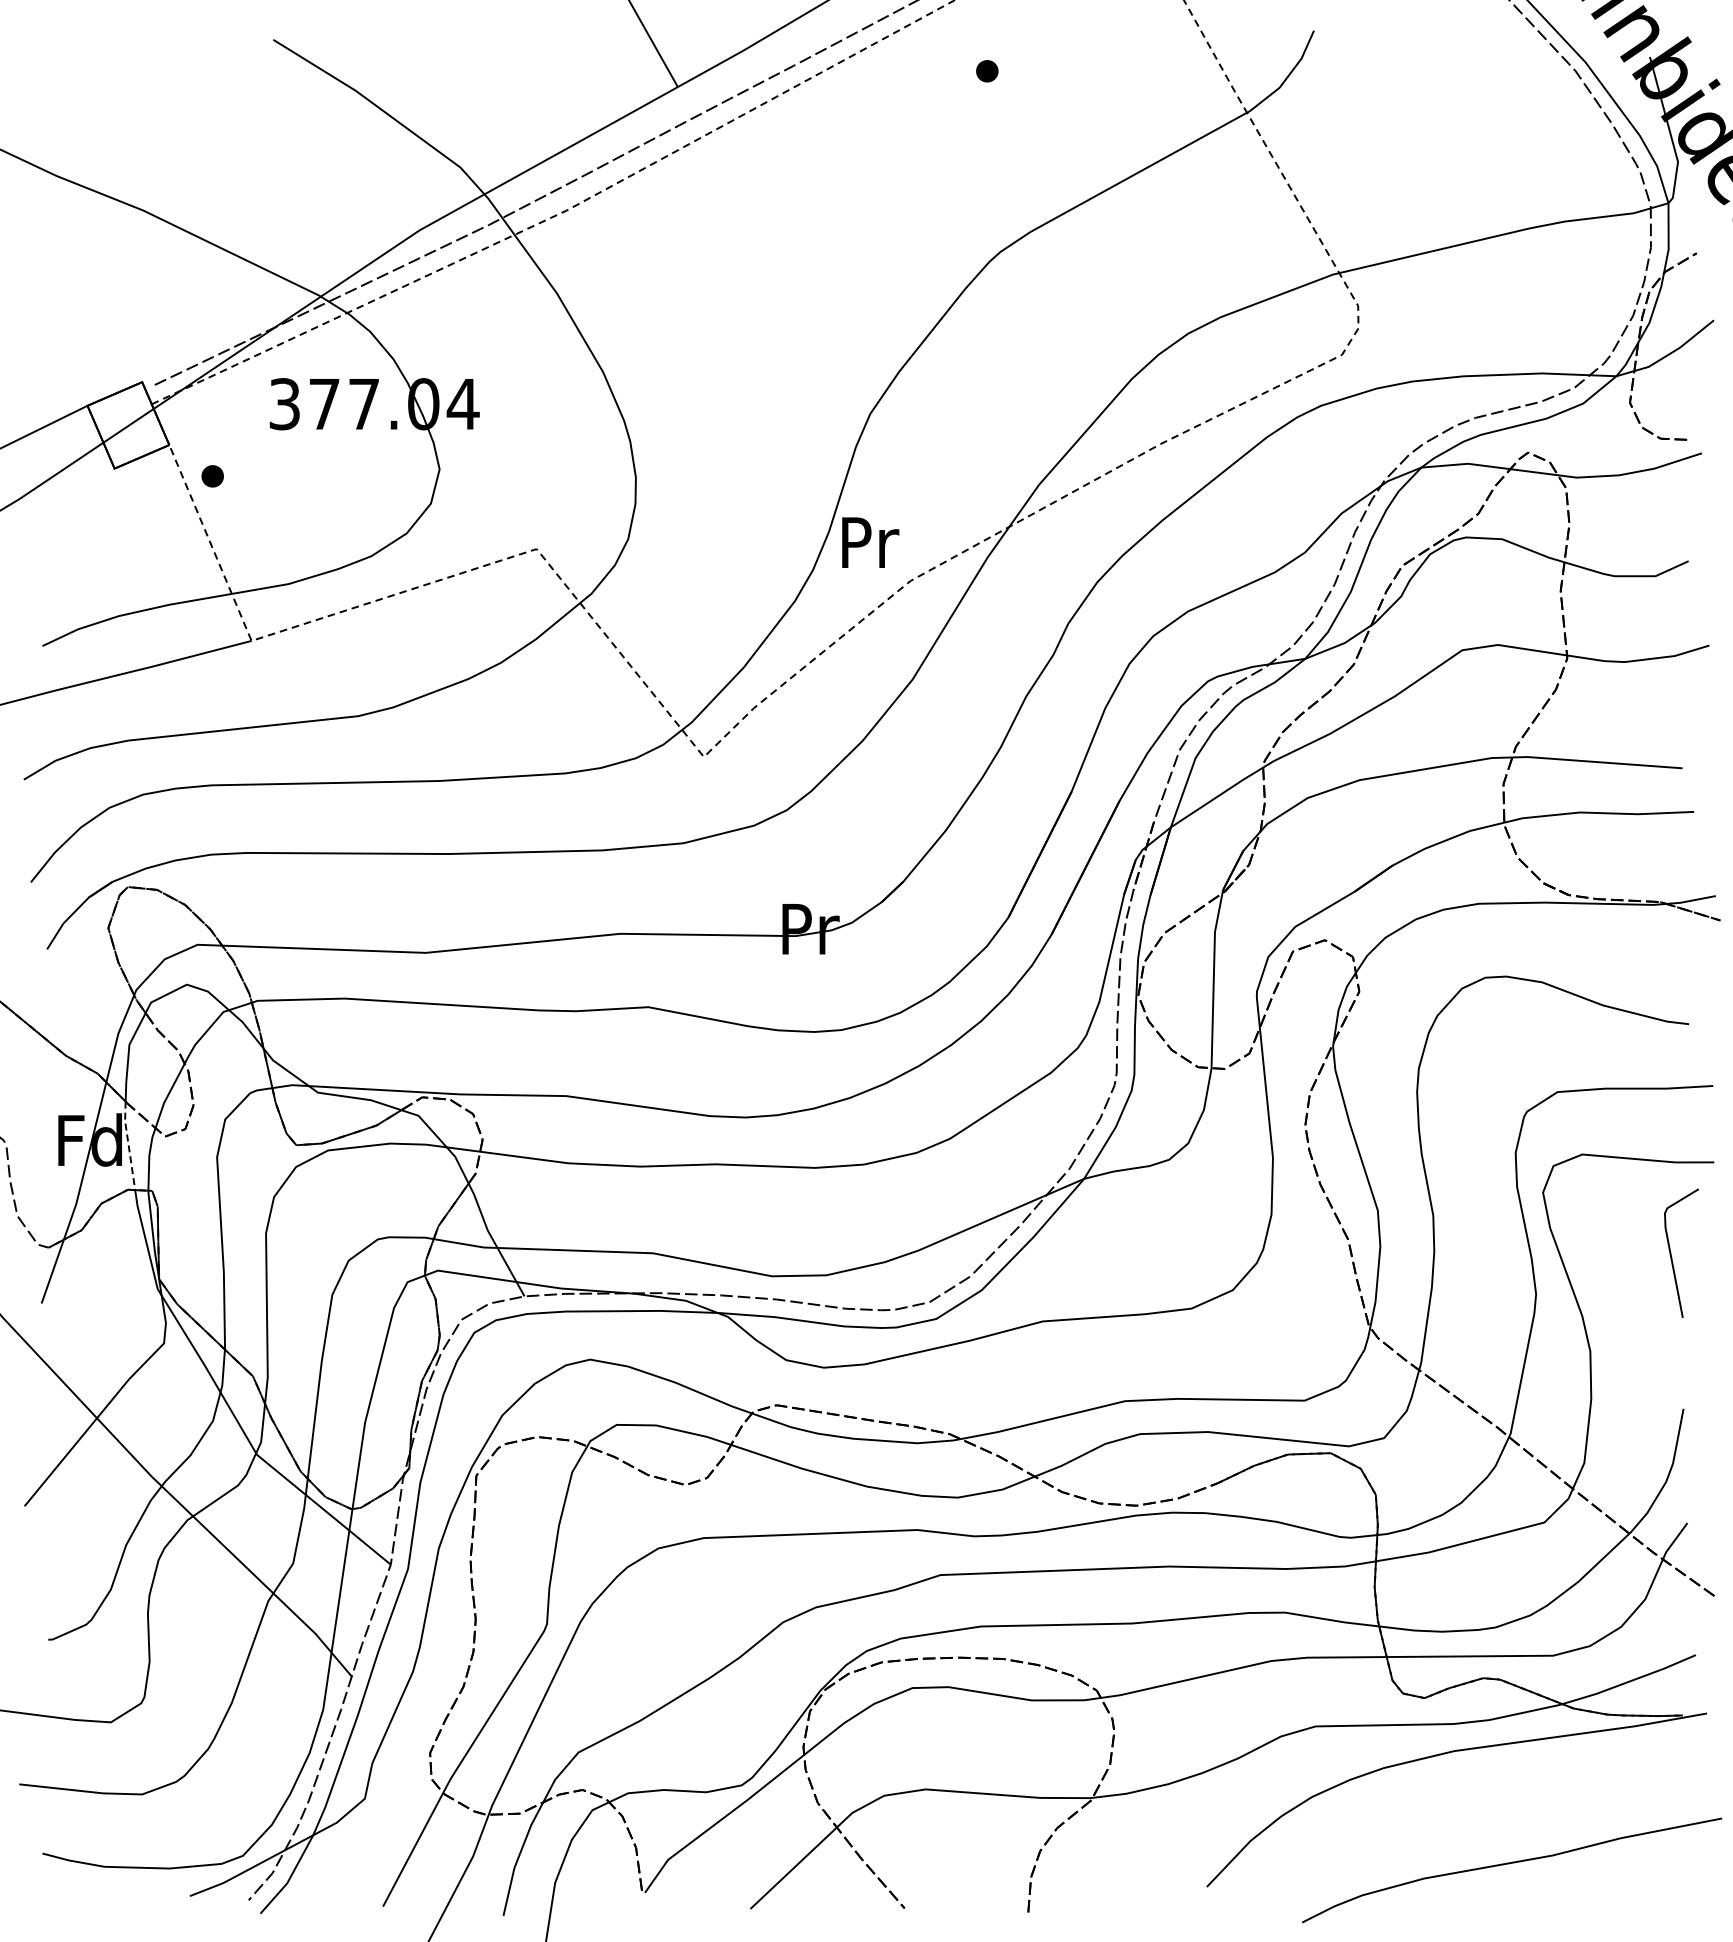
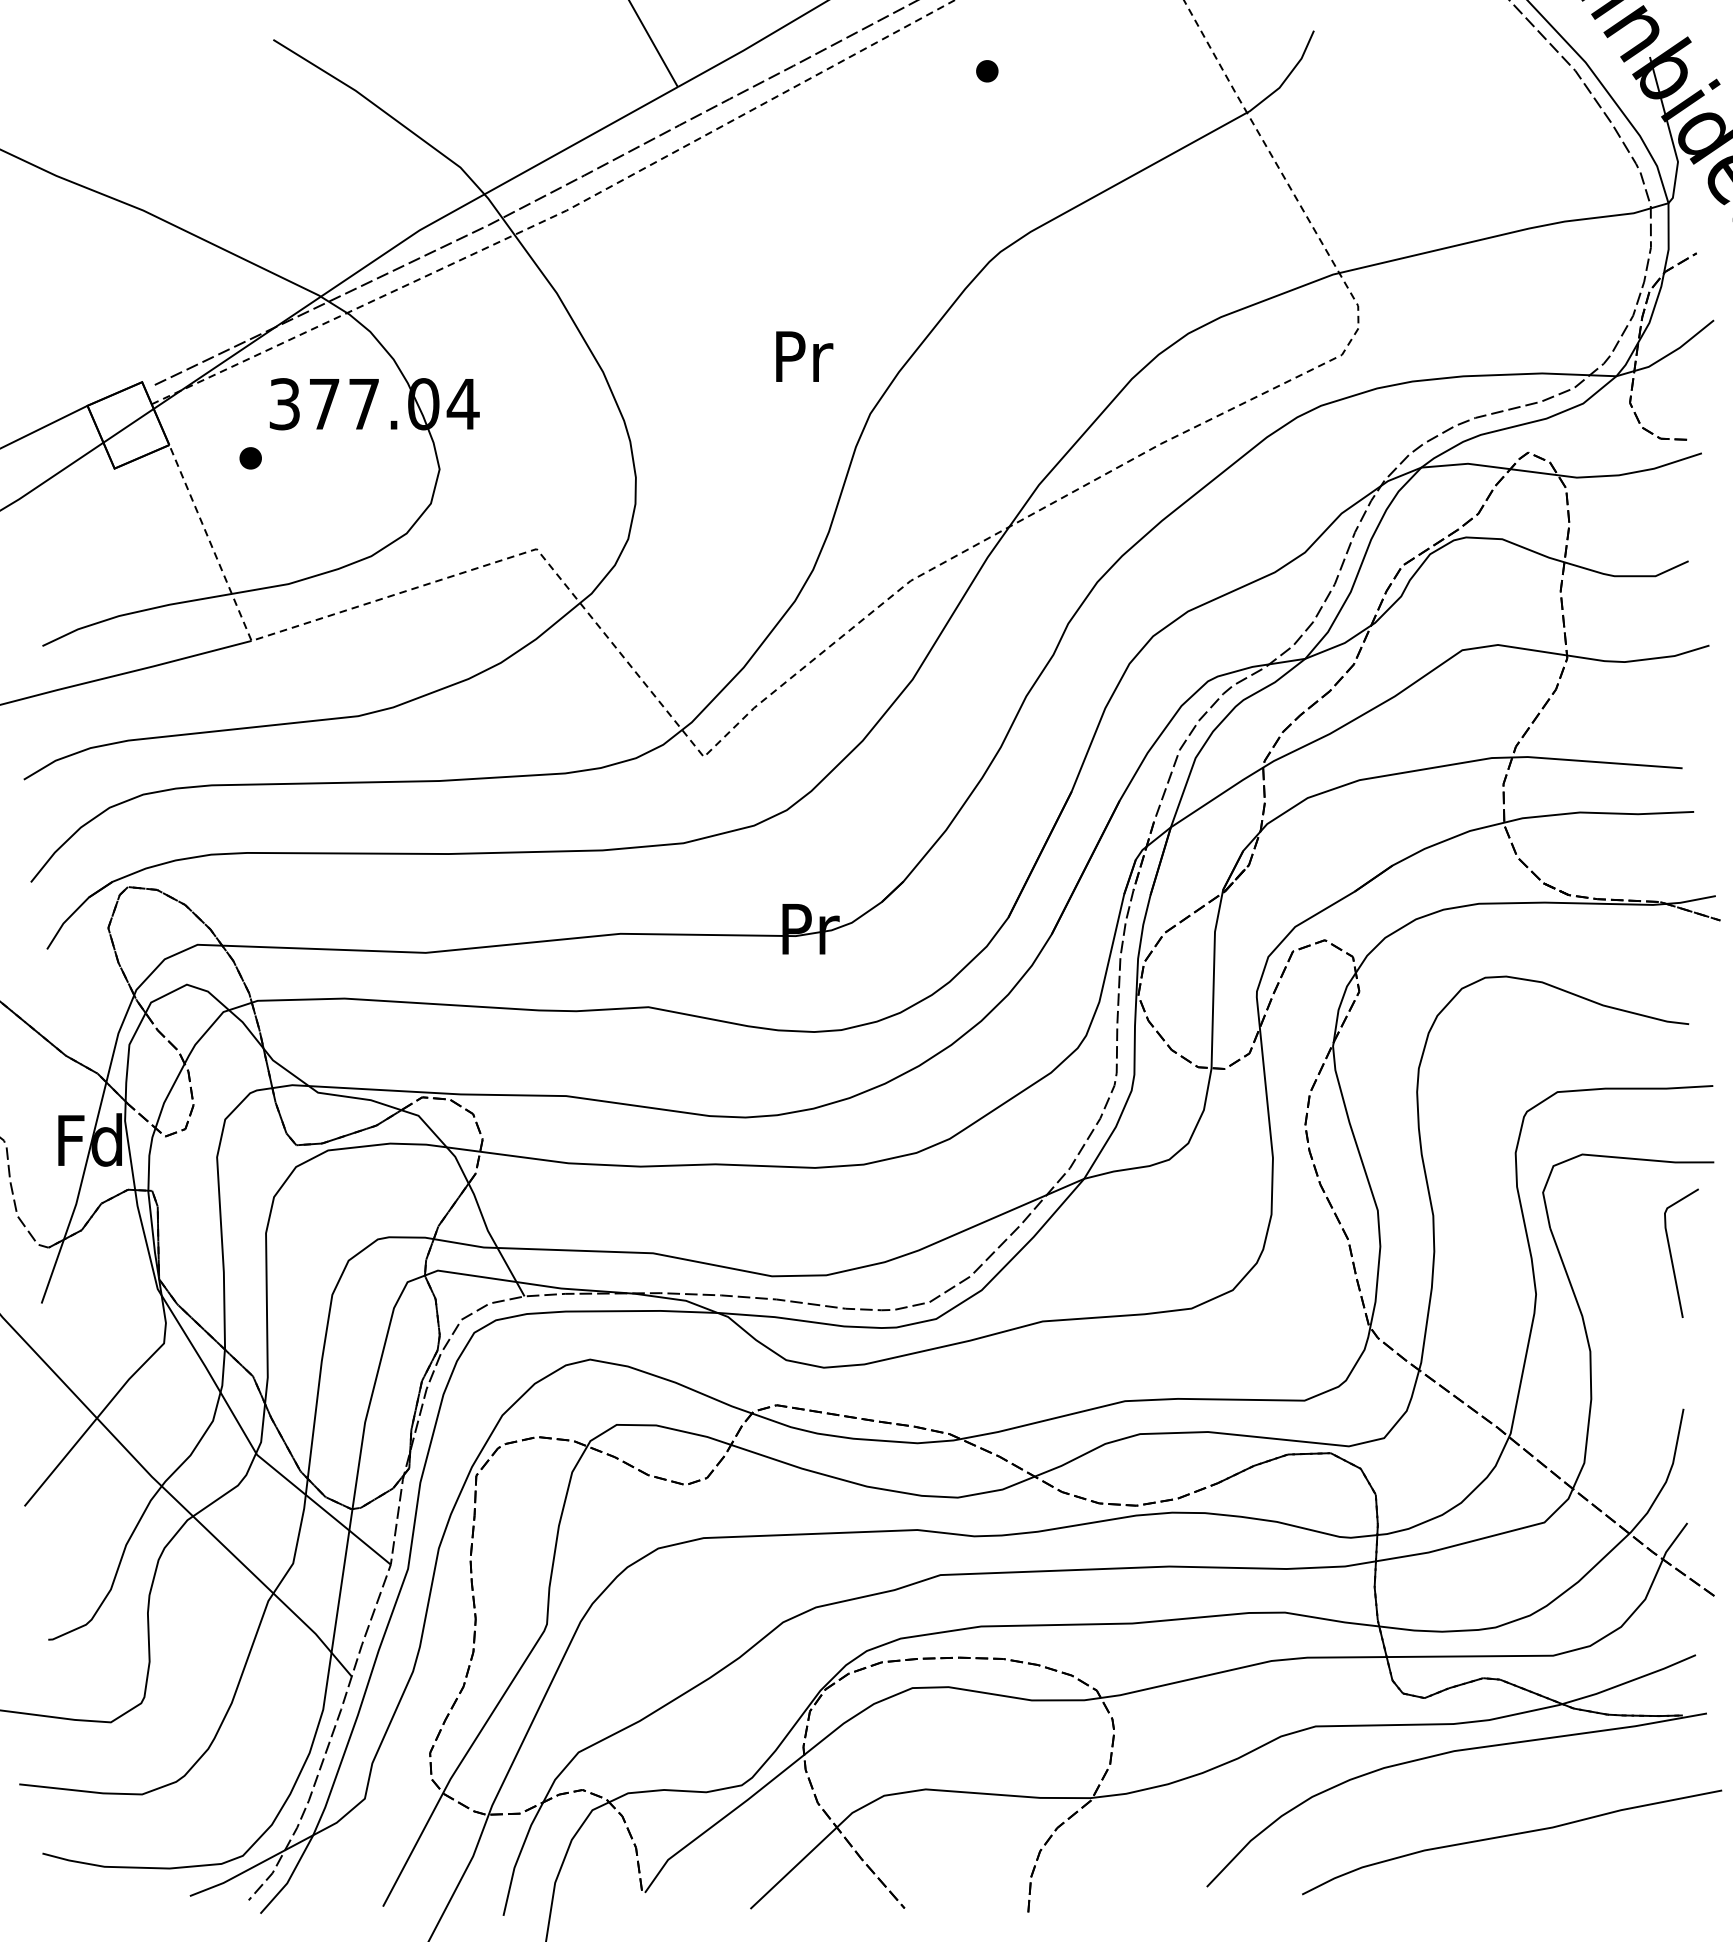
part at (212, 476) position: (212, 476) -> (250, 458)
text at (870, 542) position: (870, 542) -> (804, 356)
line at (128, 1145): dashed -> solid
curve at (1509, 1864) position: (1509, 1864) -> (1509, 1836)
